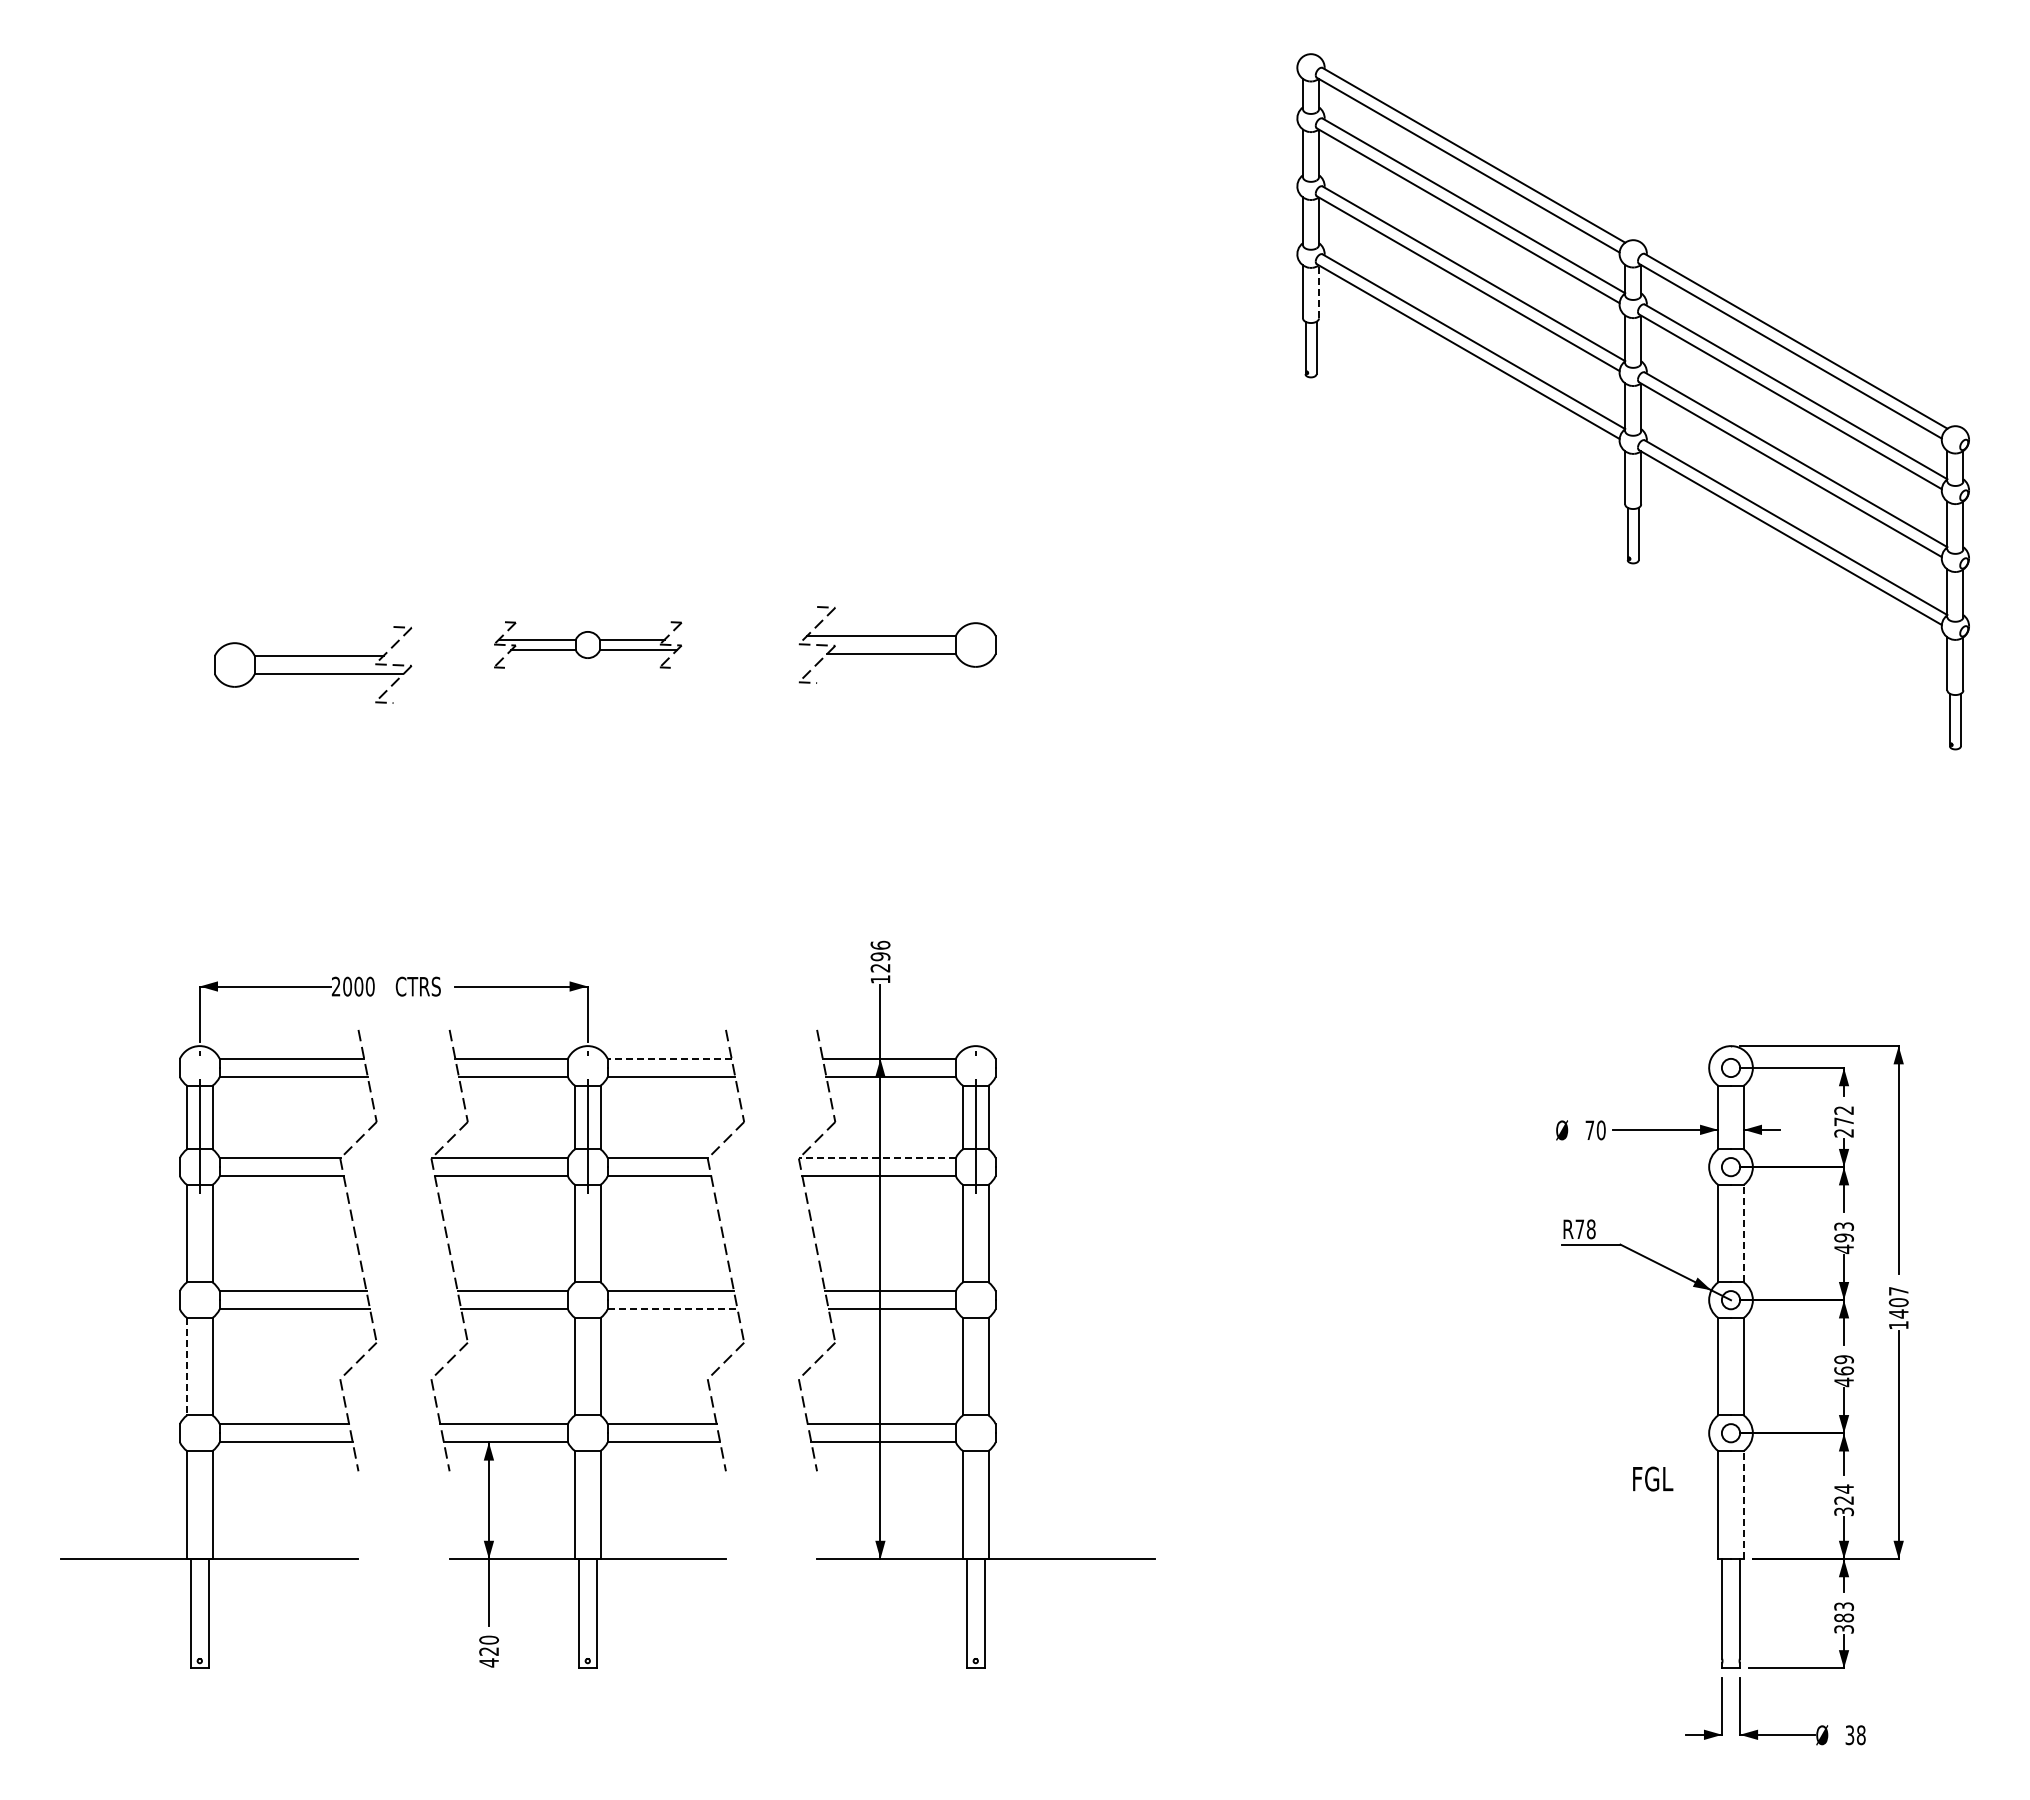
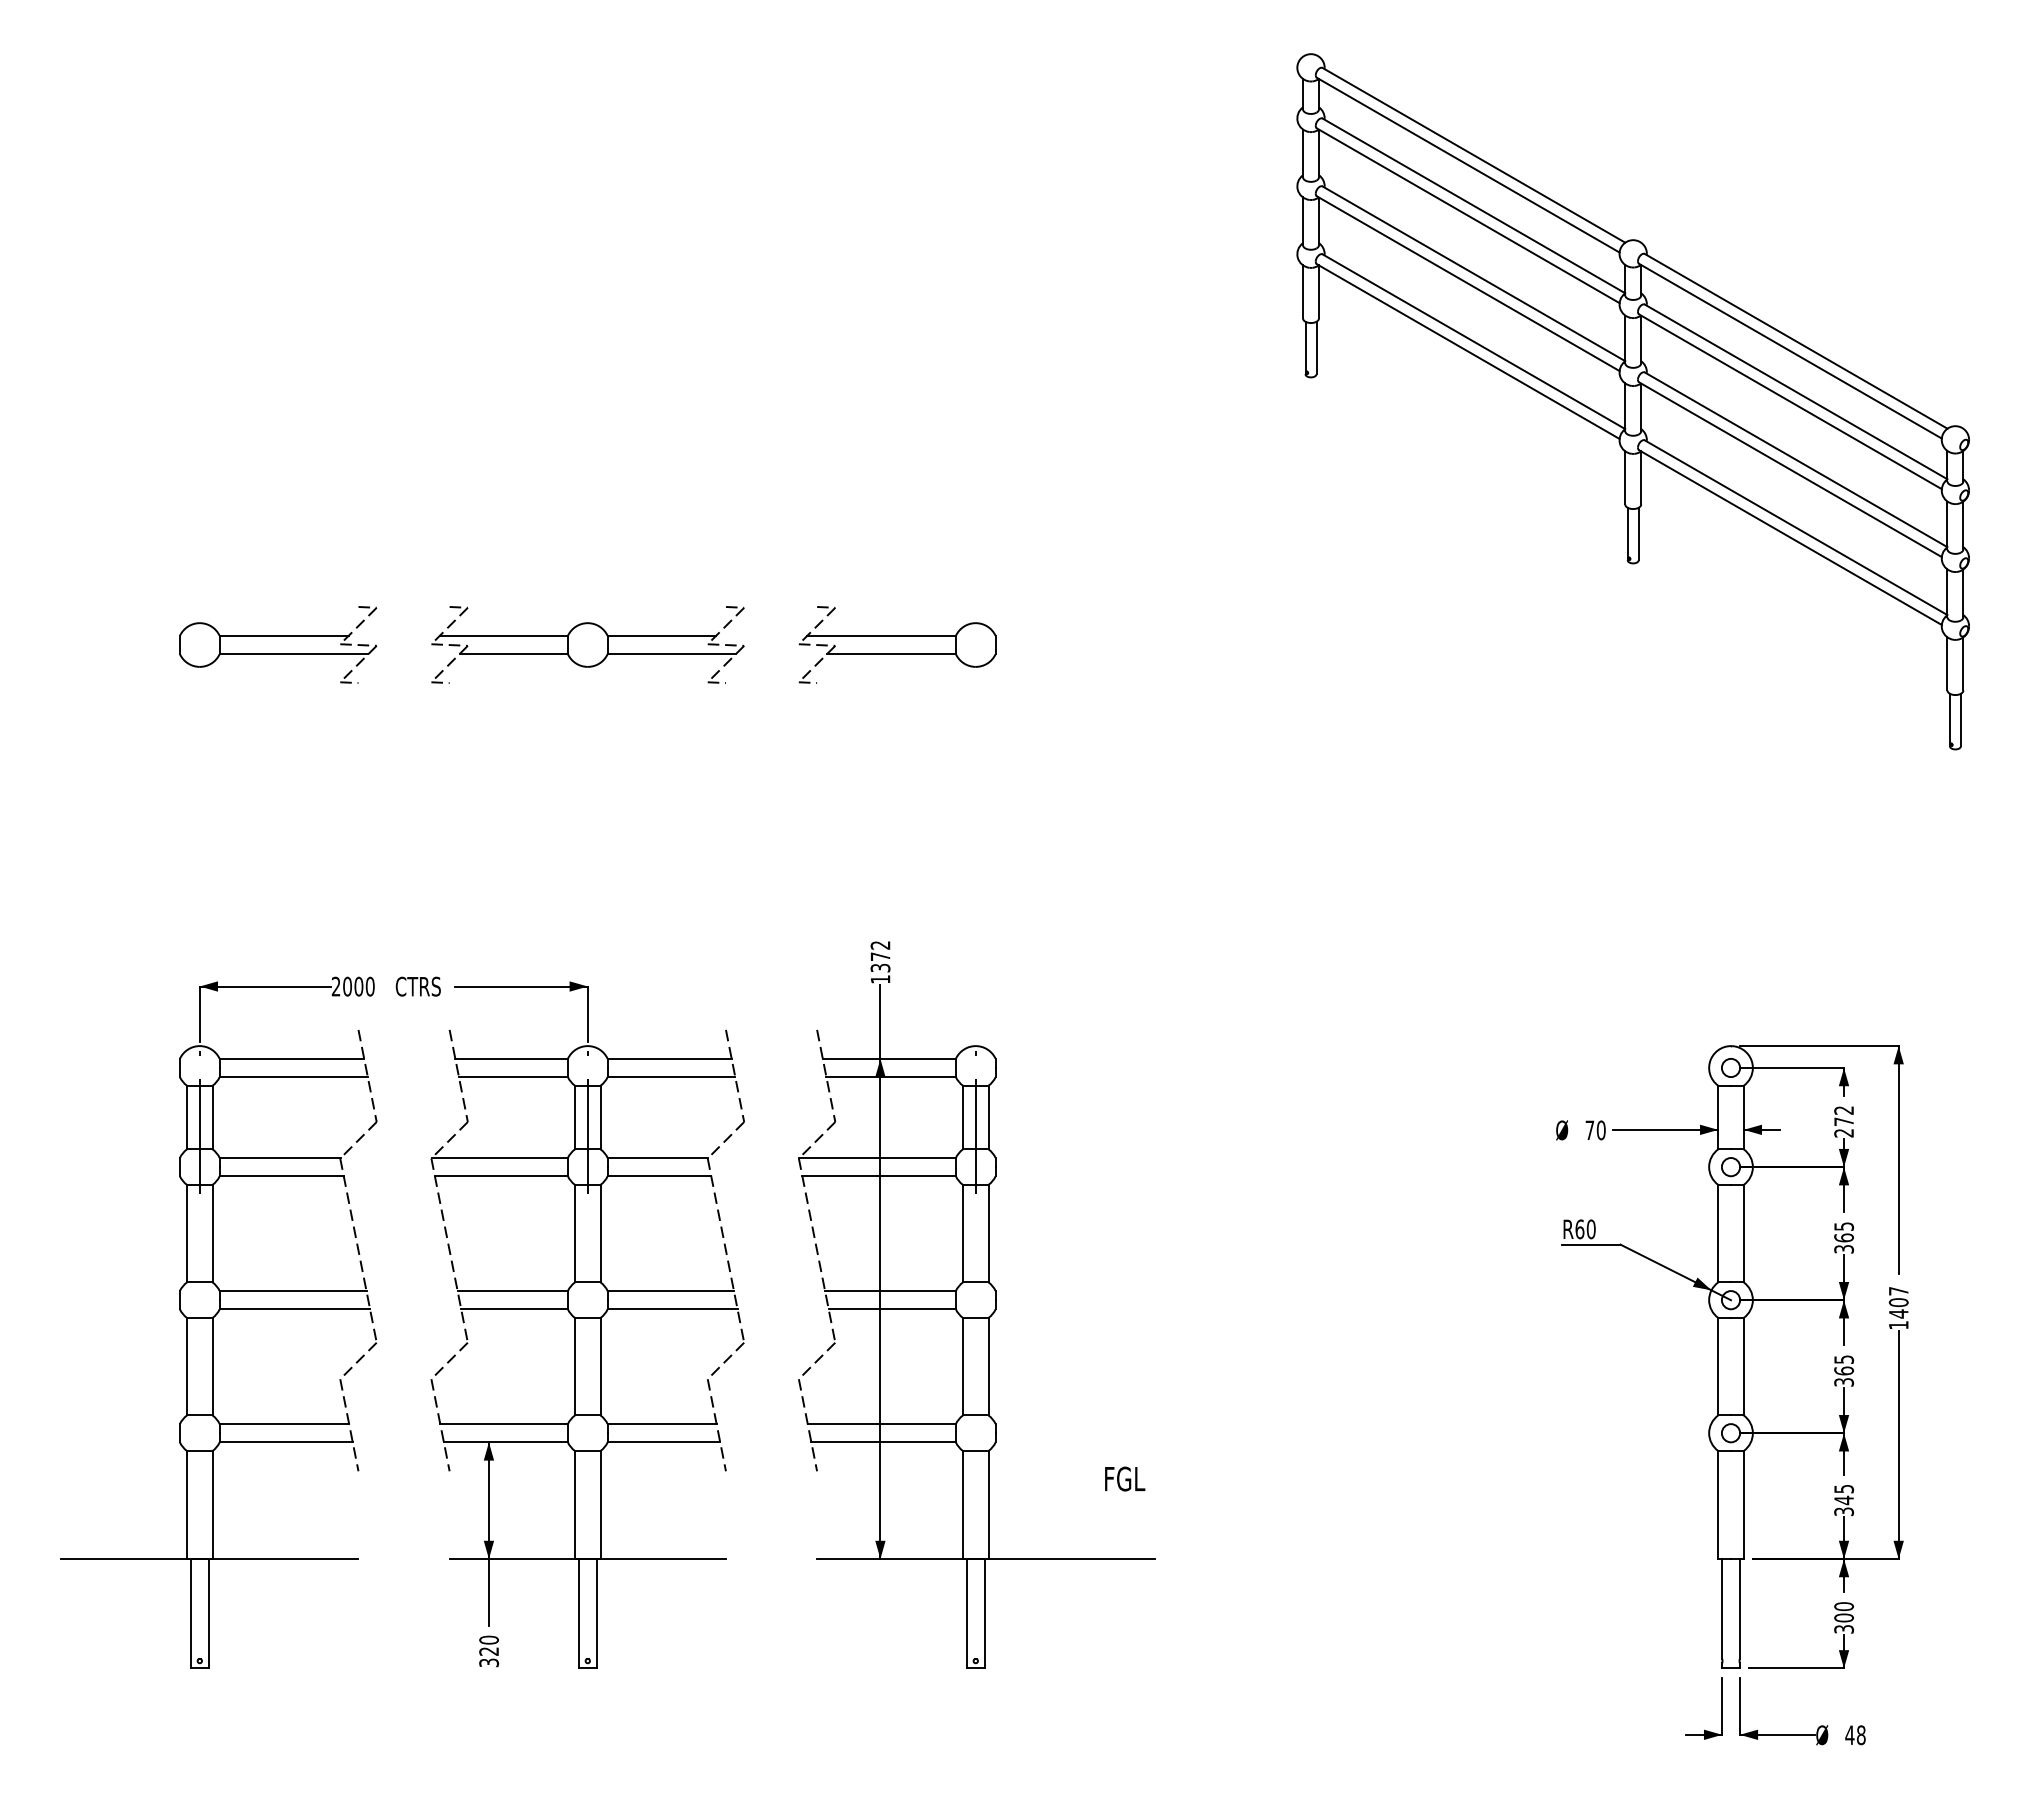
line at (1318, 291): dashed -> solid
part at (588, 644) size: 189x48 px -> 314x78 px
part at (313, 656) position: (313, 656) -> (278, 636)
text at (880, 956): 1296 -> 1372
line at (669, 1058): dashed -> solid
line at (877, 1158): dashed -> solid
text at (1585, 1229): R78 -> R60
line at (1743, 1233): dashed -> solid
text at (1844, 1238): 493 -> 365
line at (672, 1309): dashed -> solid
line at (187, 1366): dashed -> solid
text at (1844, 1371): 469 -> 365
text at (1653, 1478) position: (1653, 1478) -> (1125, 1478)
text at (1843, 1494): 324 -> 345
line at (1743, 1504): dashed -> solid
text at (1843, 1612): 383 -> 300
text at (489, 1662): 420 -> 320
text at (1849, 1735): 38 -> 48
